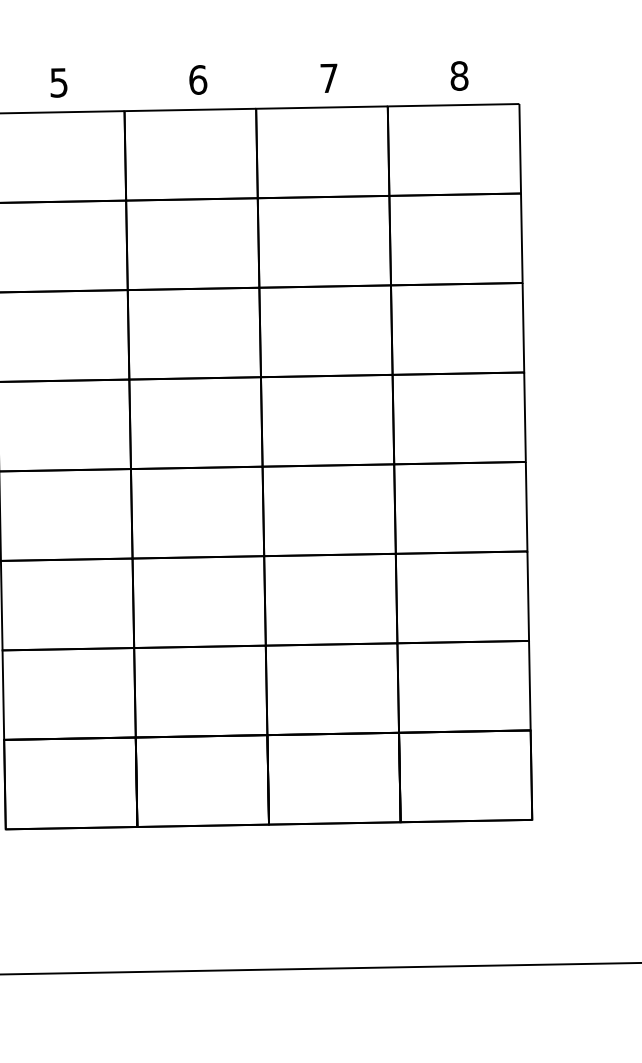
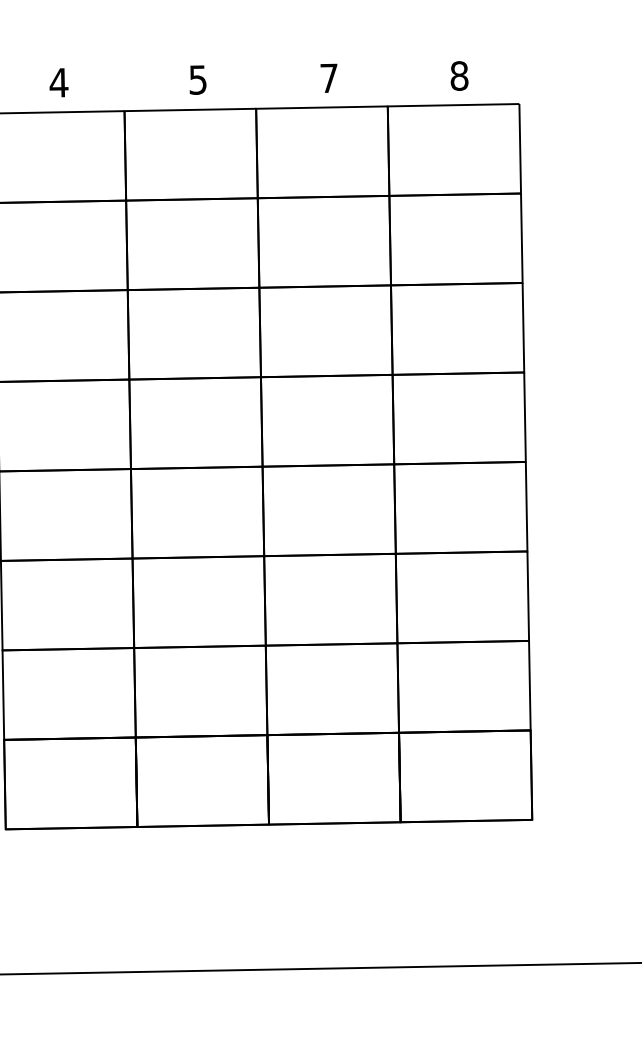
text at (198, 79): 6 -> 5
text at (58, 82): 5 -> 4
